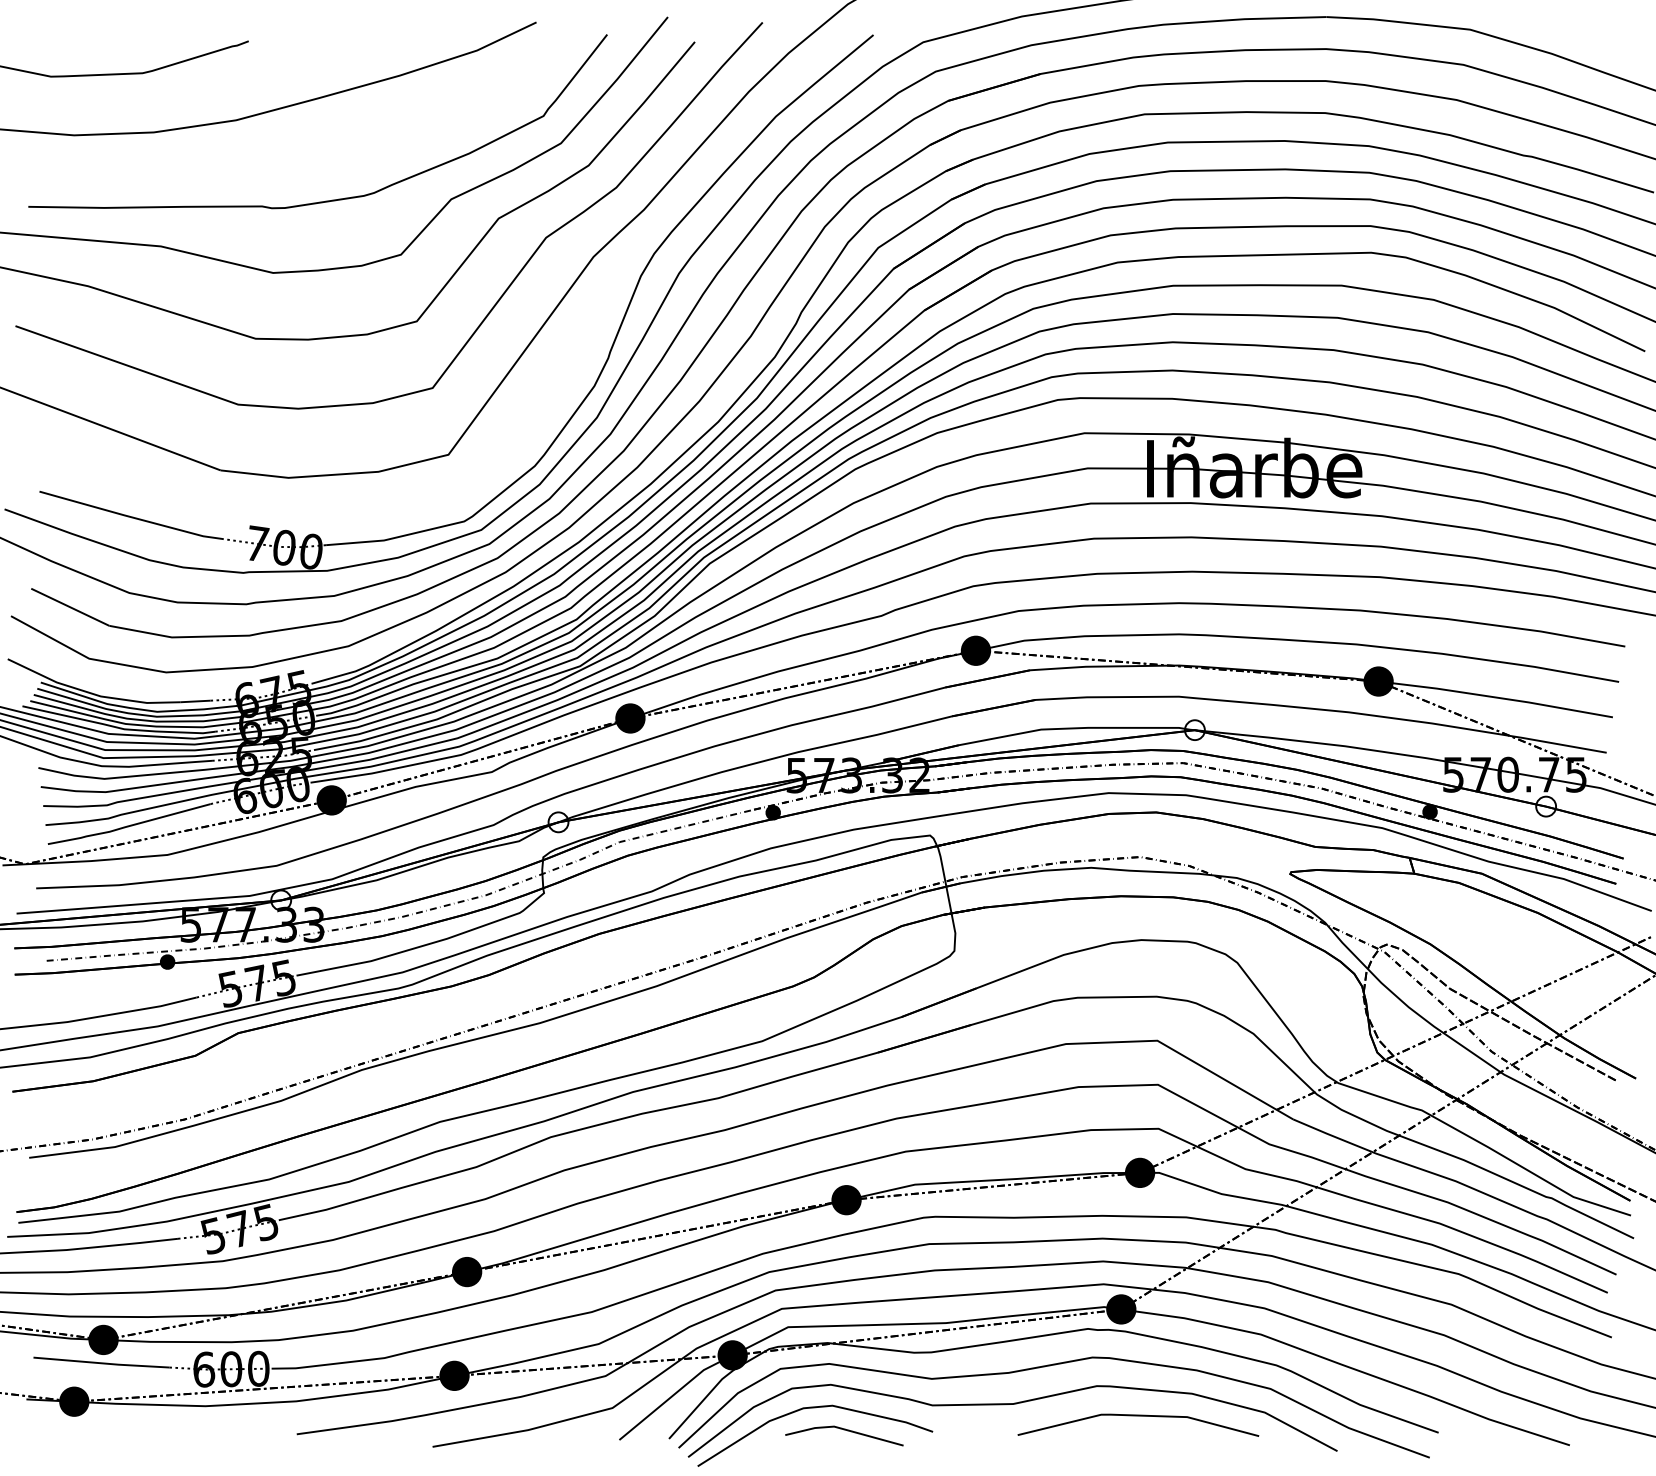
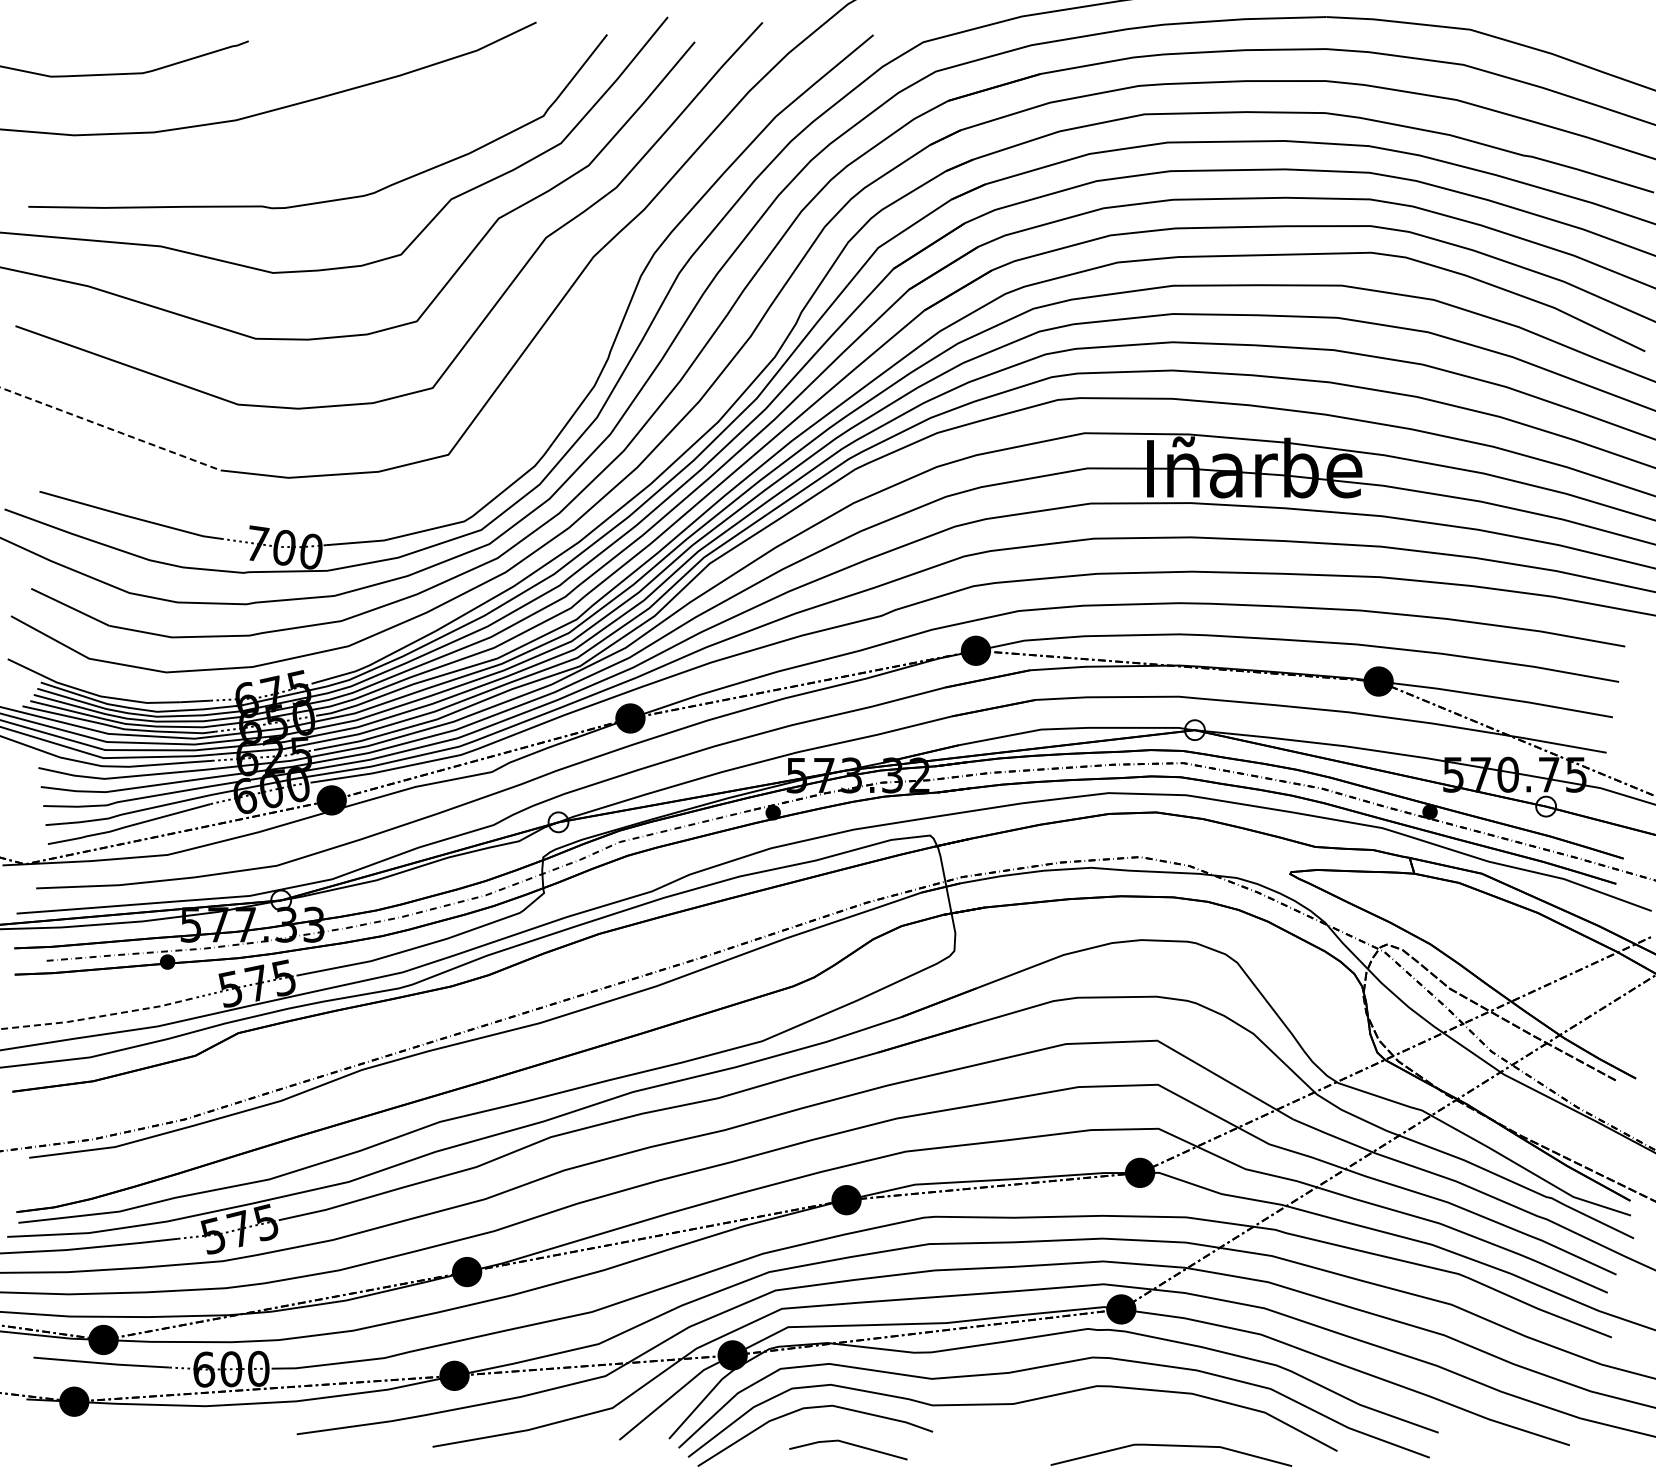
line at (111, 429): solid -> dashed
line at (98, 1016): solid -> dashed
line at (1138, 1416) position: (1138, 1416) -> (1171, 1446)
line at (844, 1430) position: (844, 1430) -> (848, 1444)
